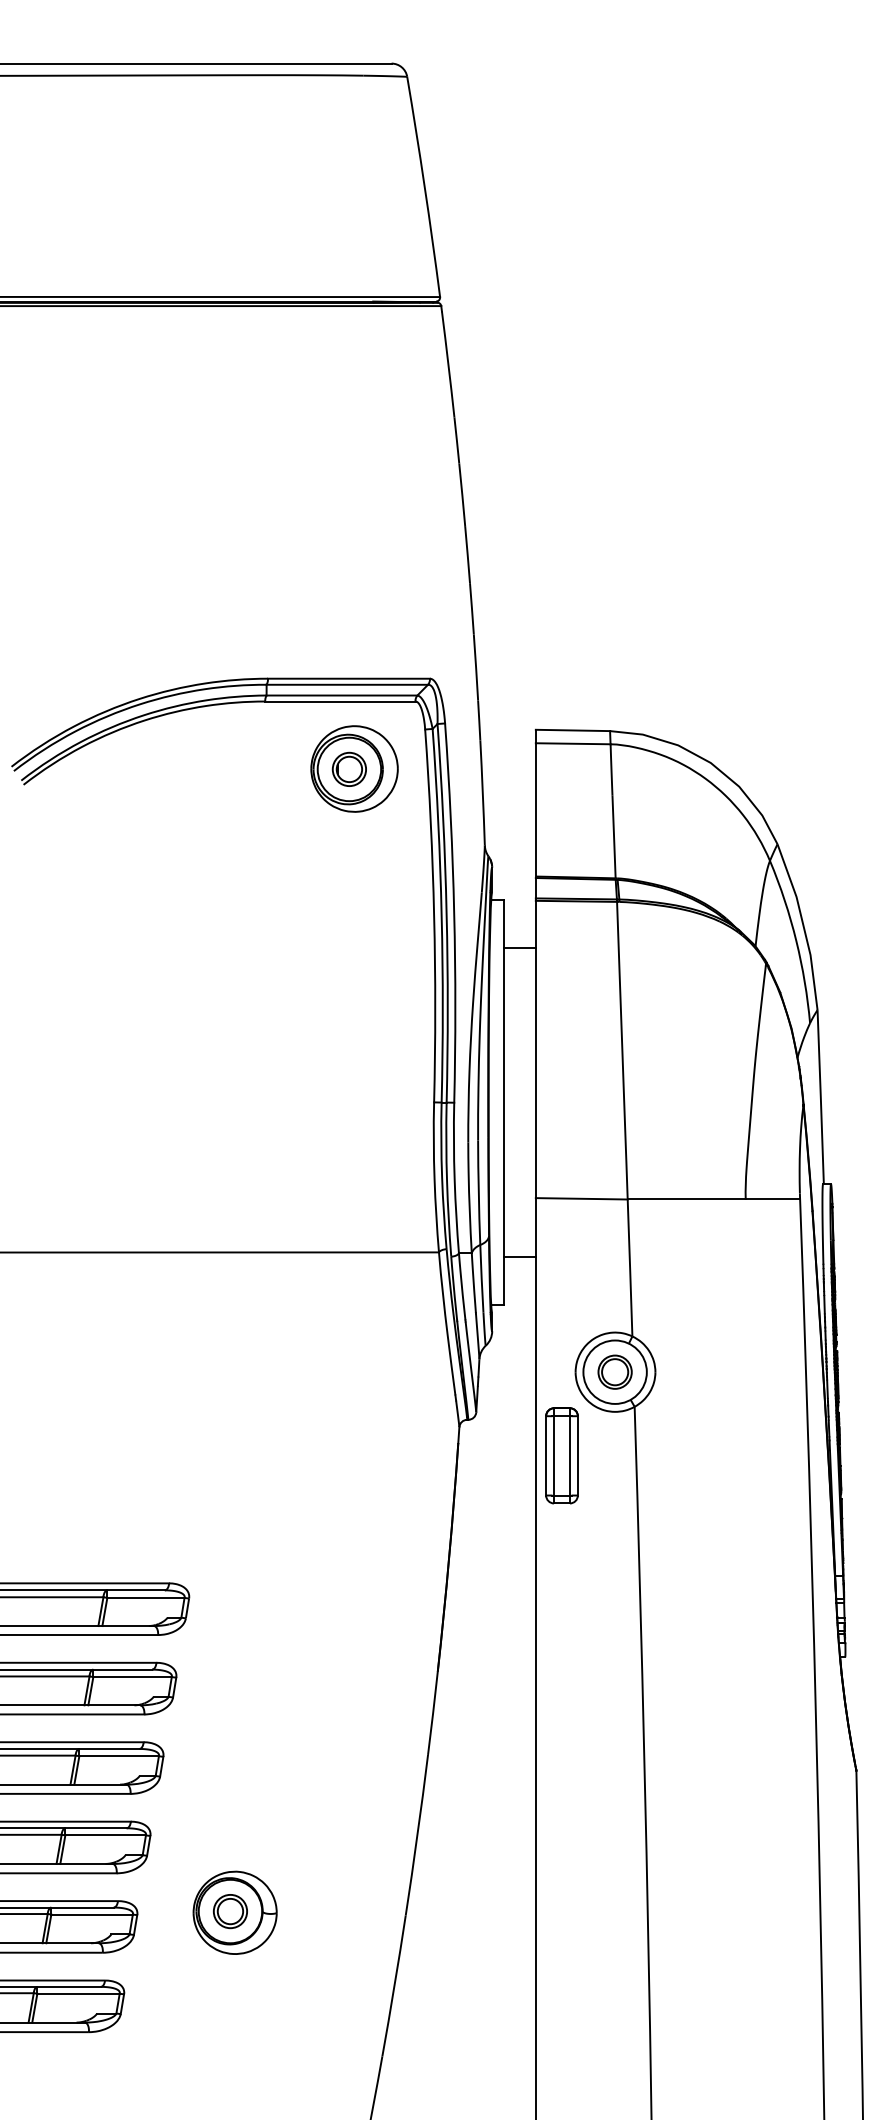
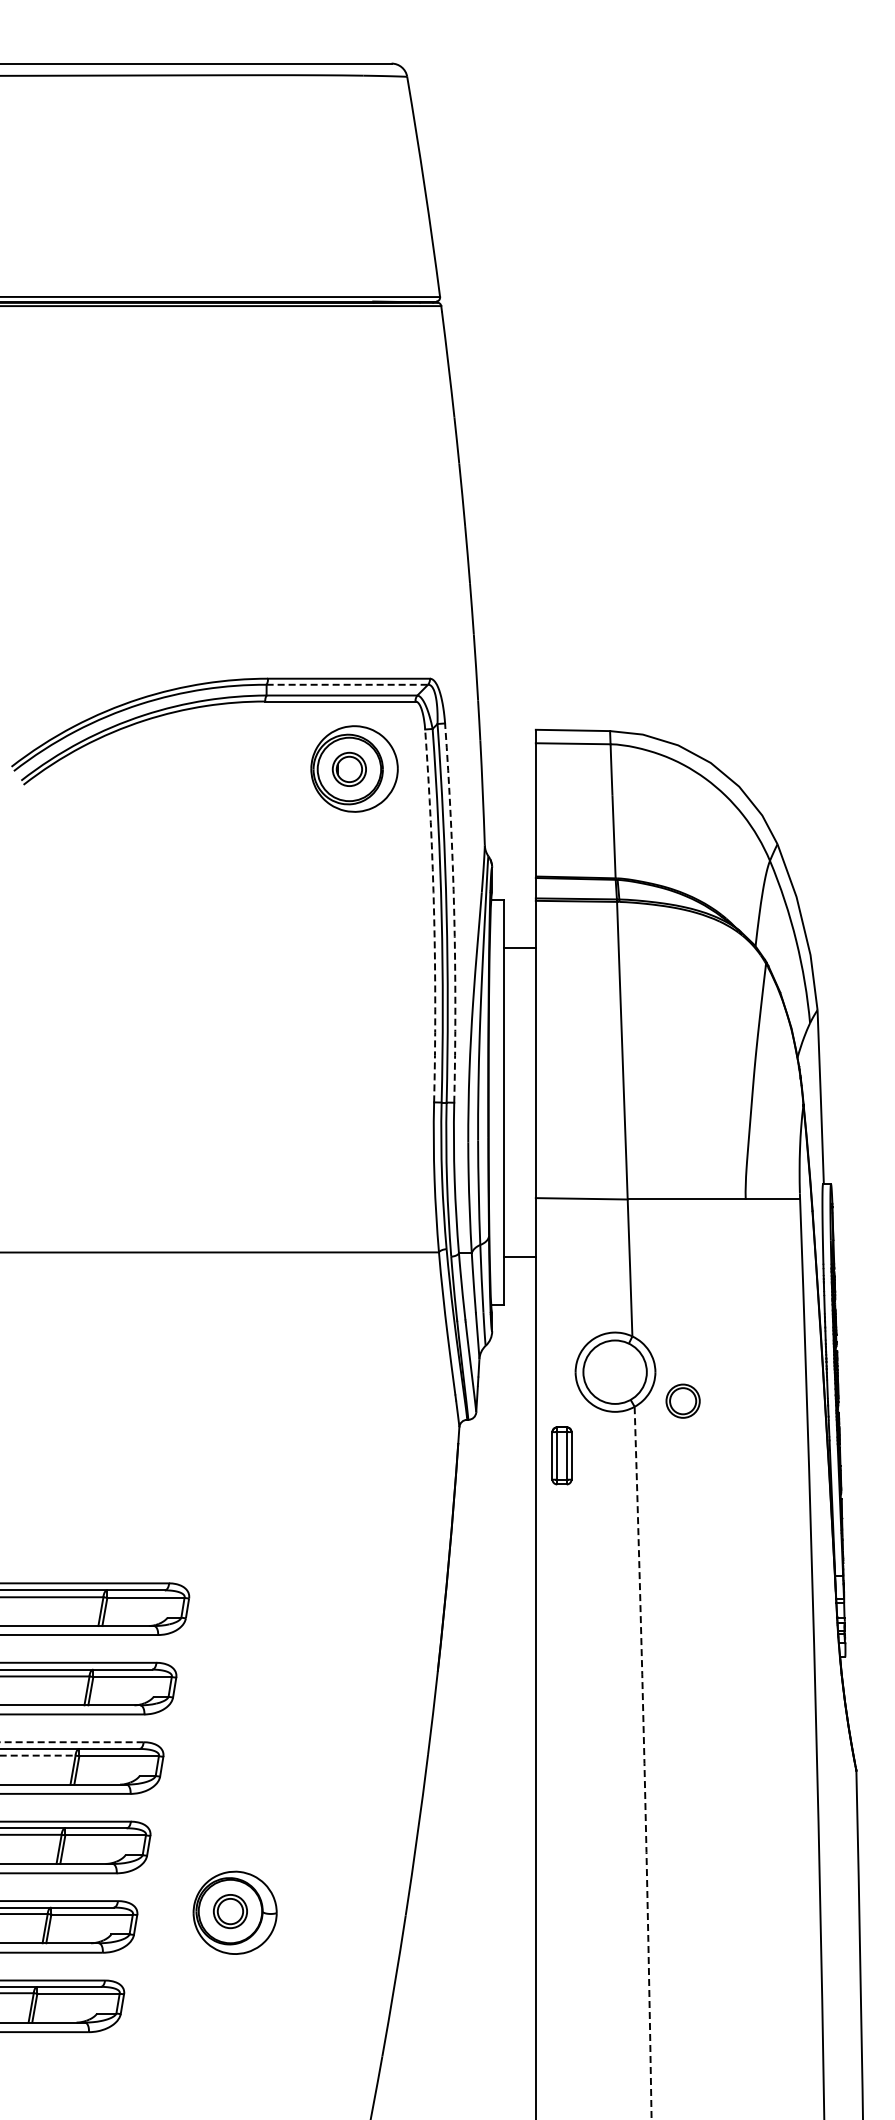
line at (347, 684): solid -> dashed
arc at (454, 912): solid -> dashed
arc at (434, 915): solid -> dashed
part at (614, 1371) position: (614, 1371) -> (682, 1400)
part at (561, 1455) size: 34x98 px -> 22x60 px
line at (71, 1742): solid -> dashed
line at (38, 1755): solid -> dashed
arc at (644, 1763): solid -> dashed
